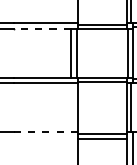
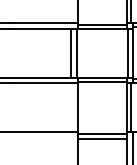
line at (42, 28): dashed -> solid
line at (45, 132): dashed -> solid
